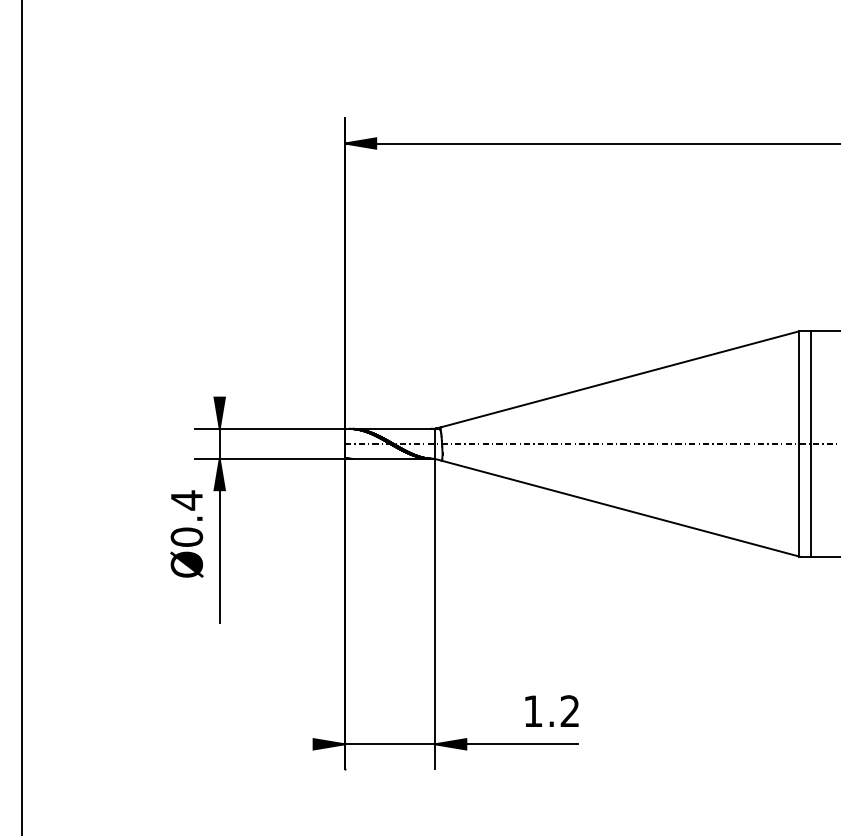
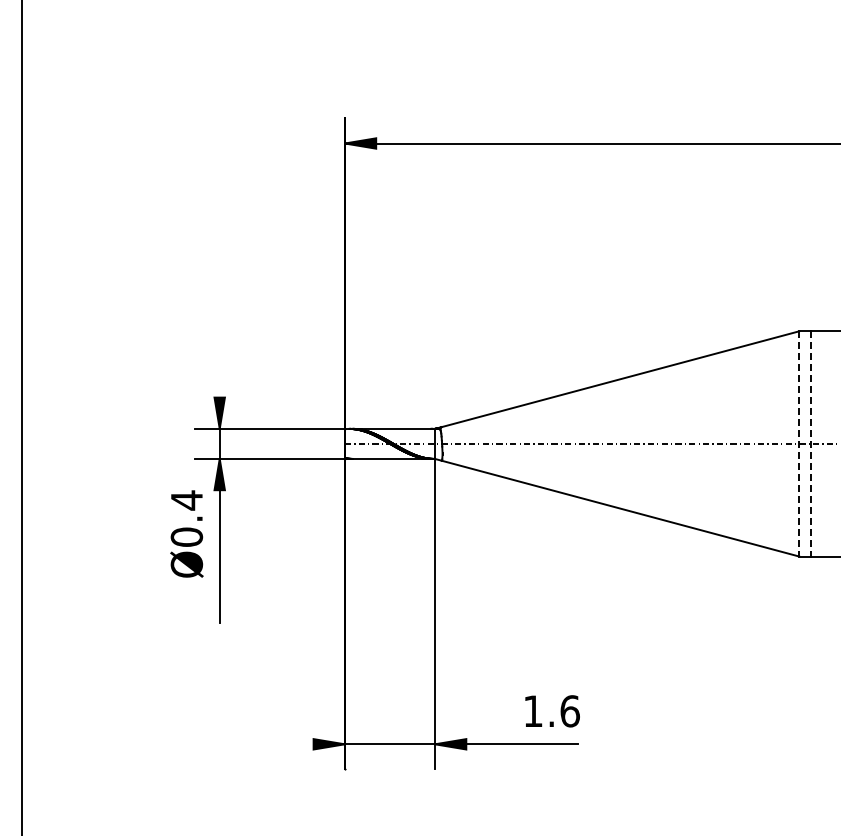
line at (799, 443): solid -> dashed
line at (810, 443): solid -> dashed
text at (569, 711): 1.2 -> 1.6
